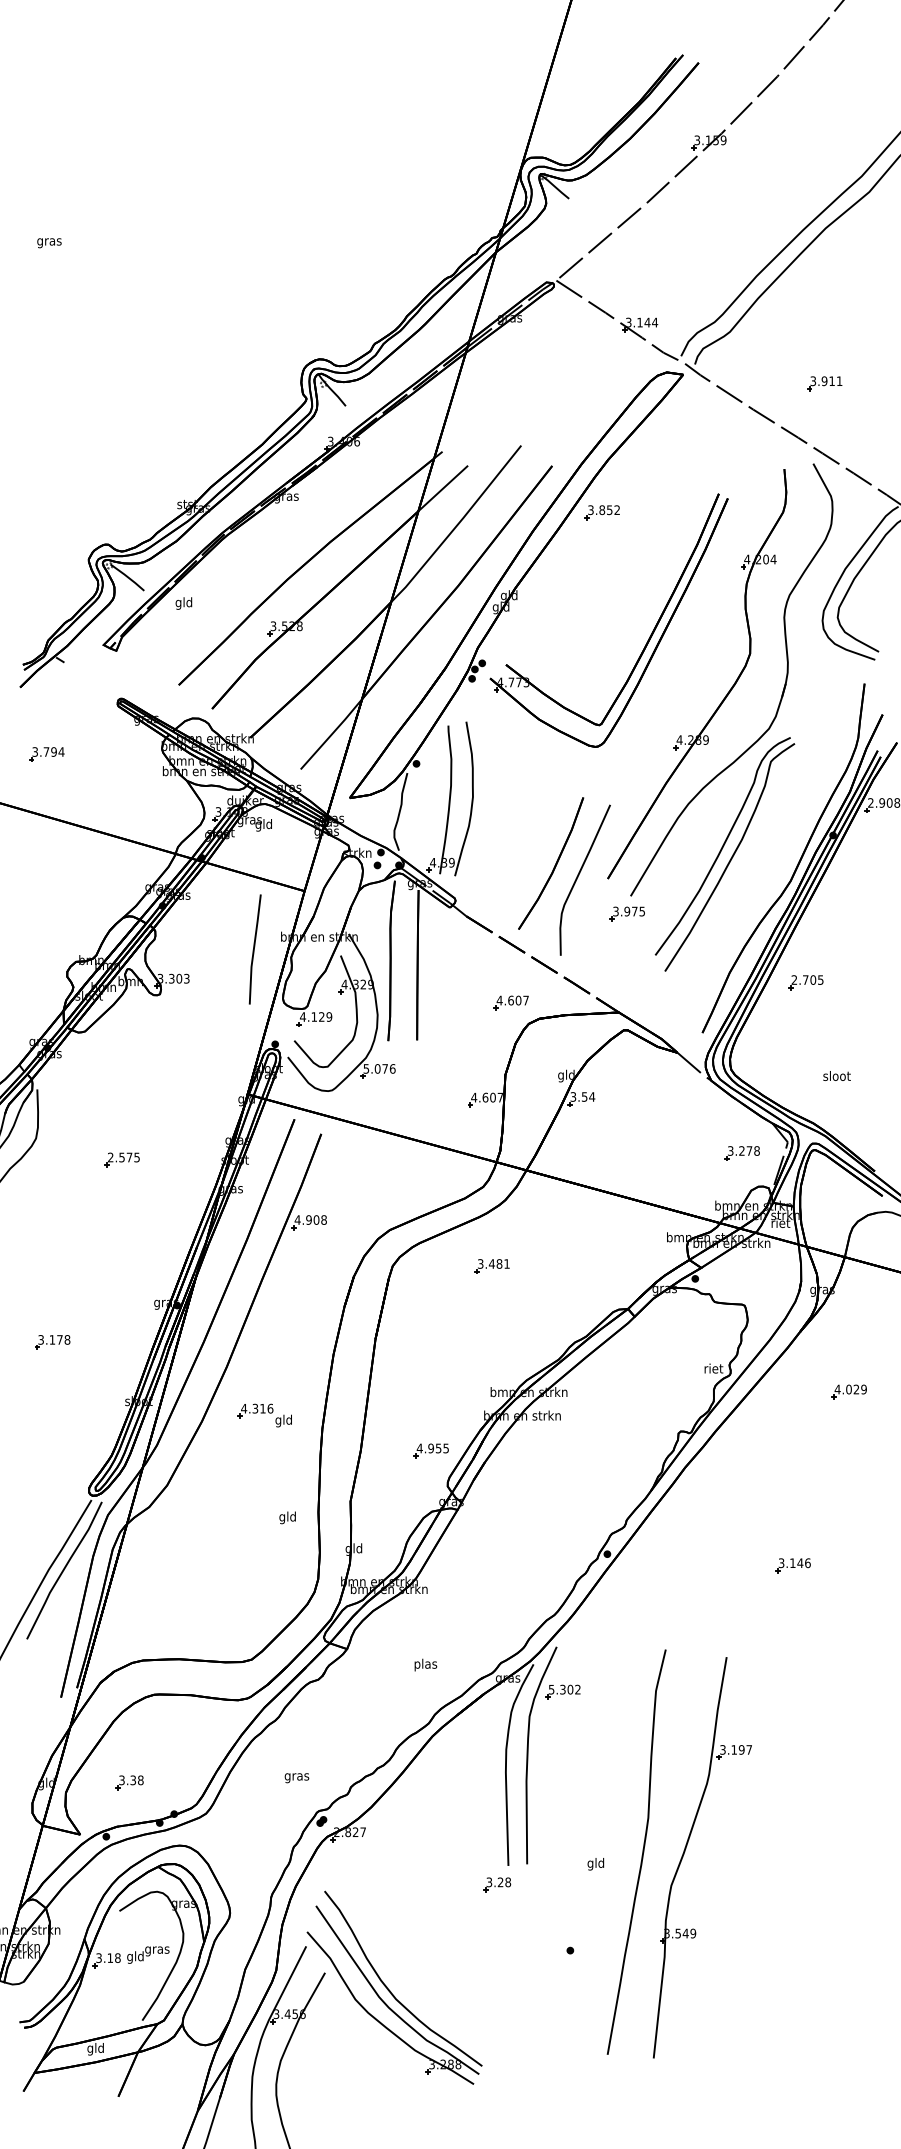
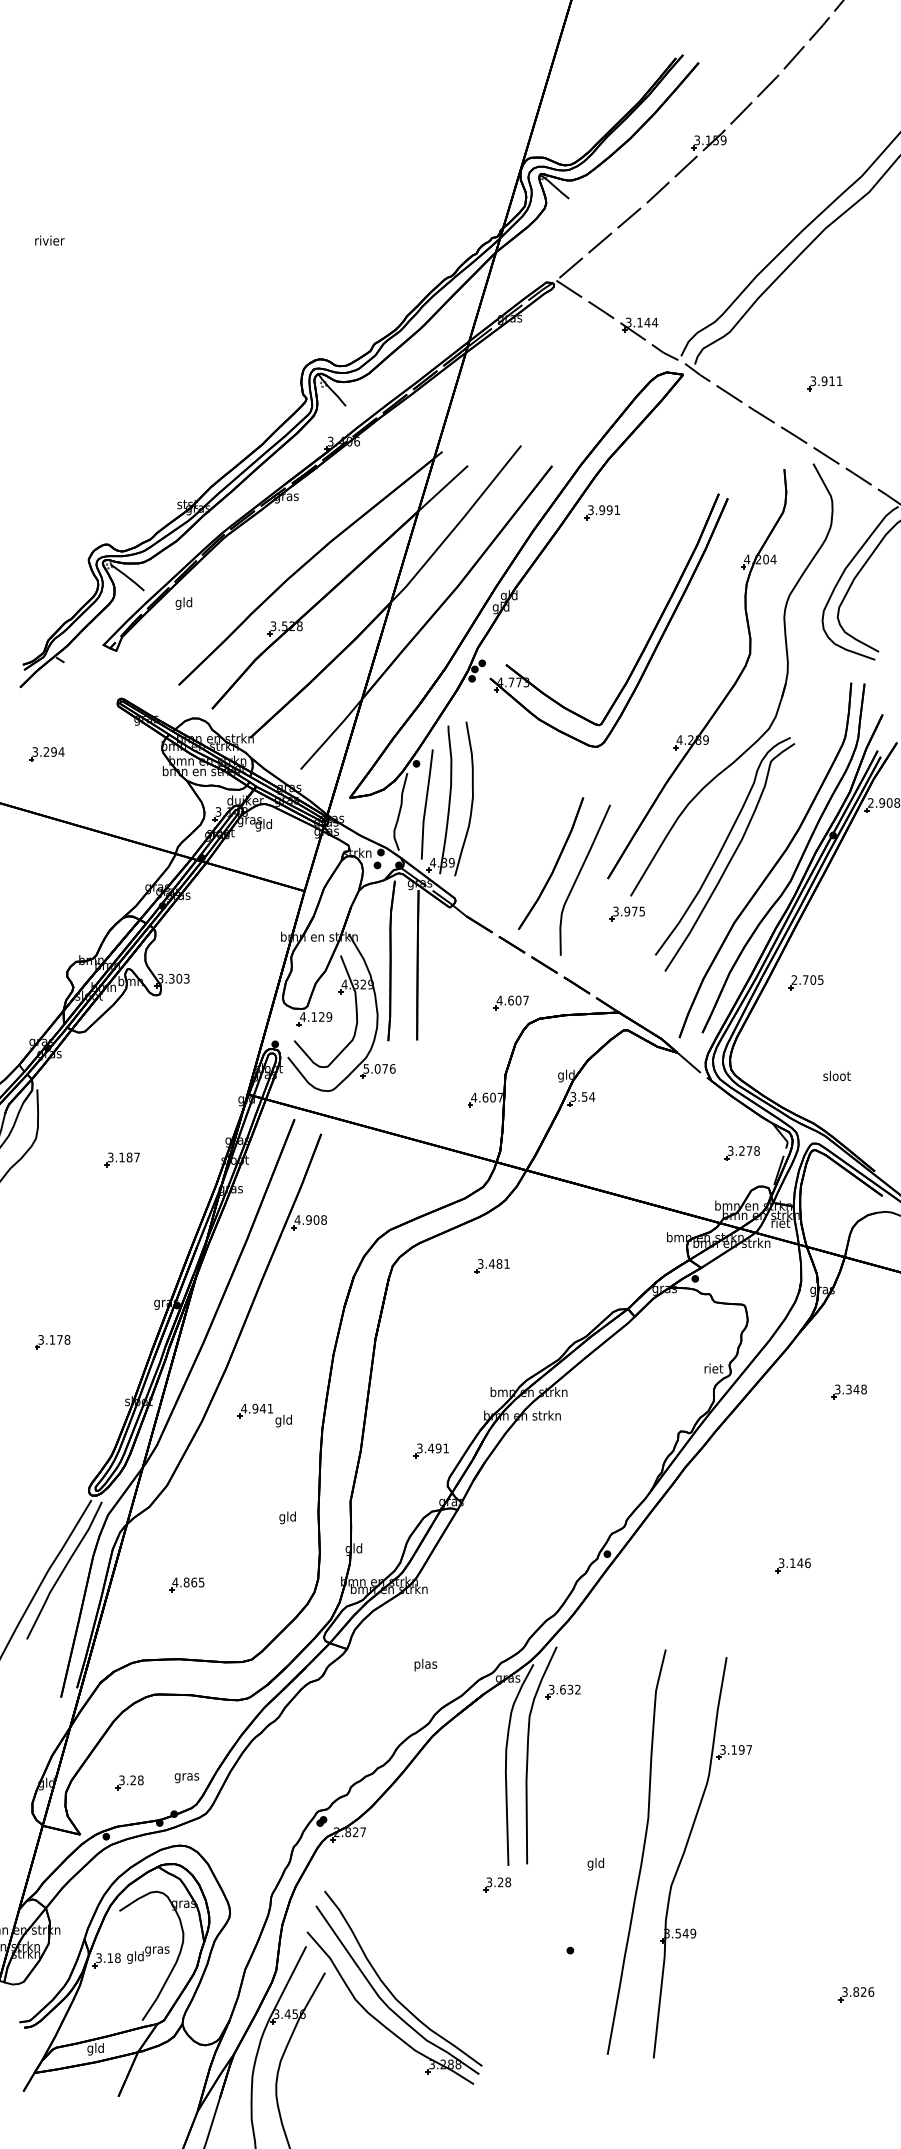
text at (49, 241): gras -> rivier
text at (609, 509): 3.852 -> 3.991
text at (46, 751): 3.794 -> 3.294
part at (773, 865): none -> present
line at (254, 949) position: (254, 949) -> (426, 804)
text at (123, 1157): 2.575 -> 3.187
text at (850, 1389): 4.029 -> 3.348
text at (262, 1408): 4.316 -> 4.941
text at (432, 1448): 4.955 -> 3.491
part at (186, 1584): none -> present
text at (561, 1689): 5.302 -> 3.632
text at (296, 1778) position: (296, 1778) -> (186, 1778)
text at (133, 1780): 3.38 -> 3.28
part at (856, 1994): none -> present
